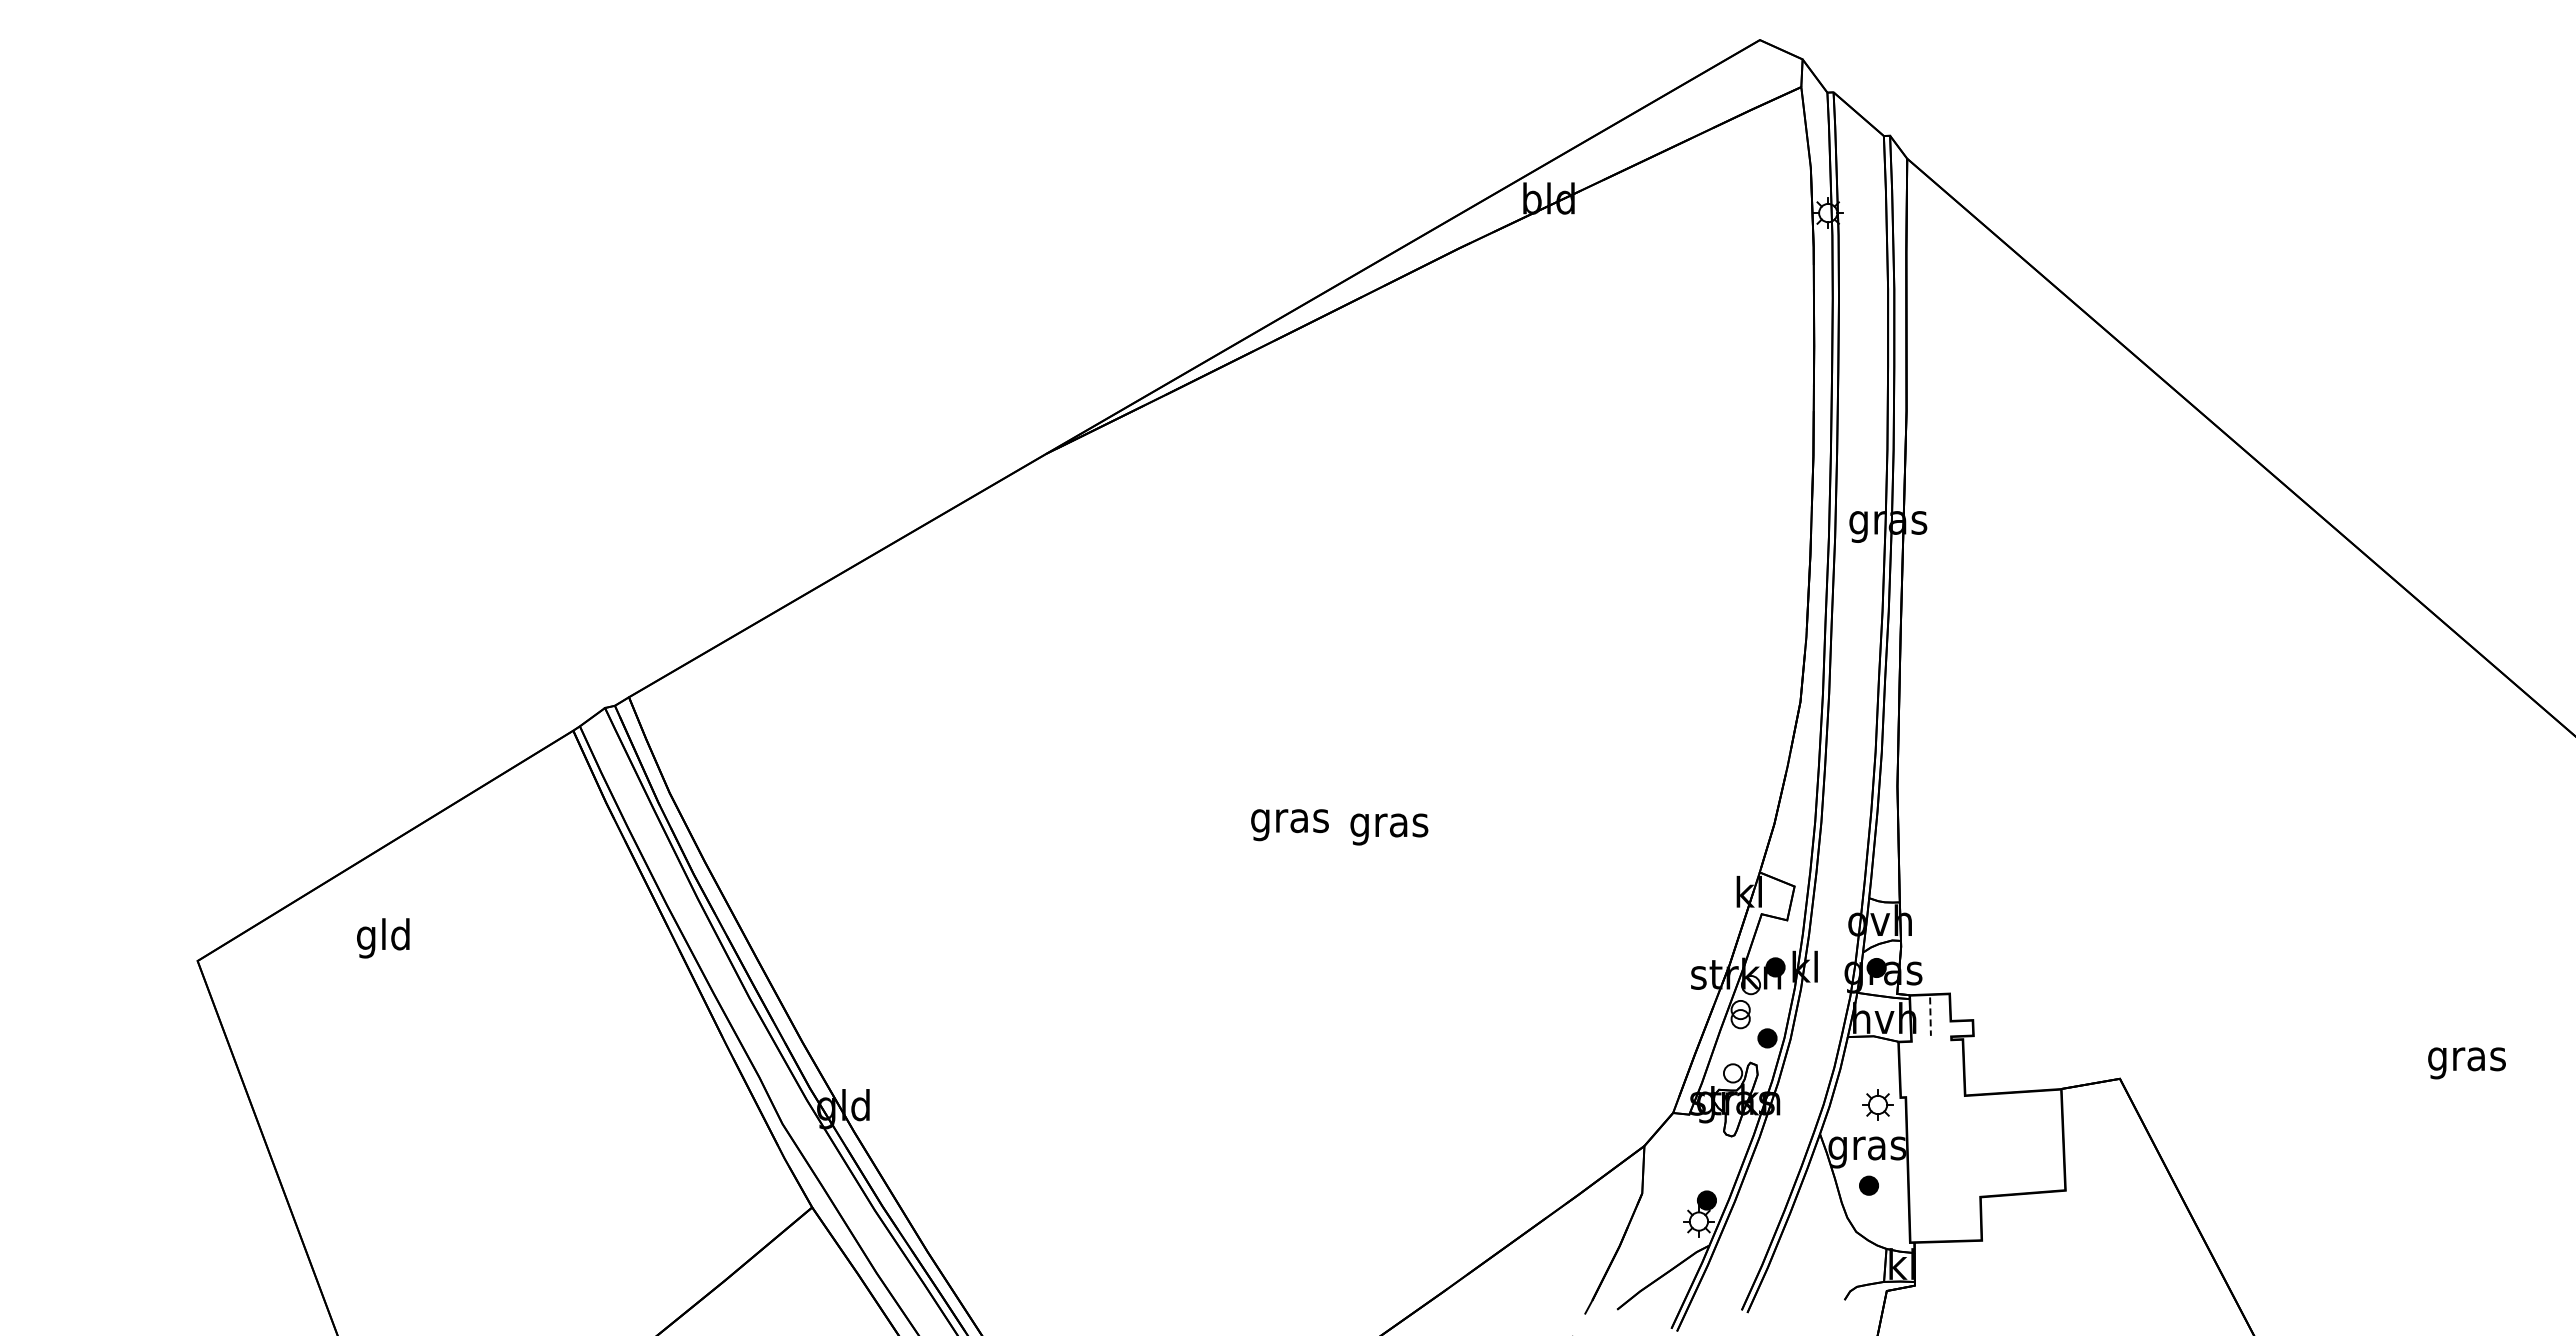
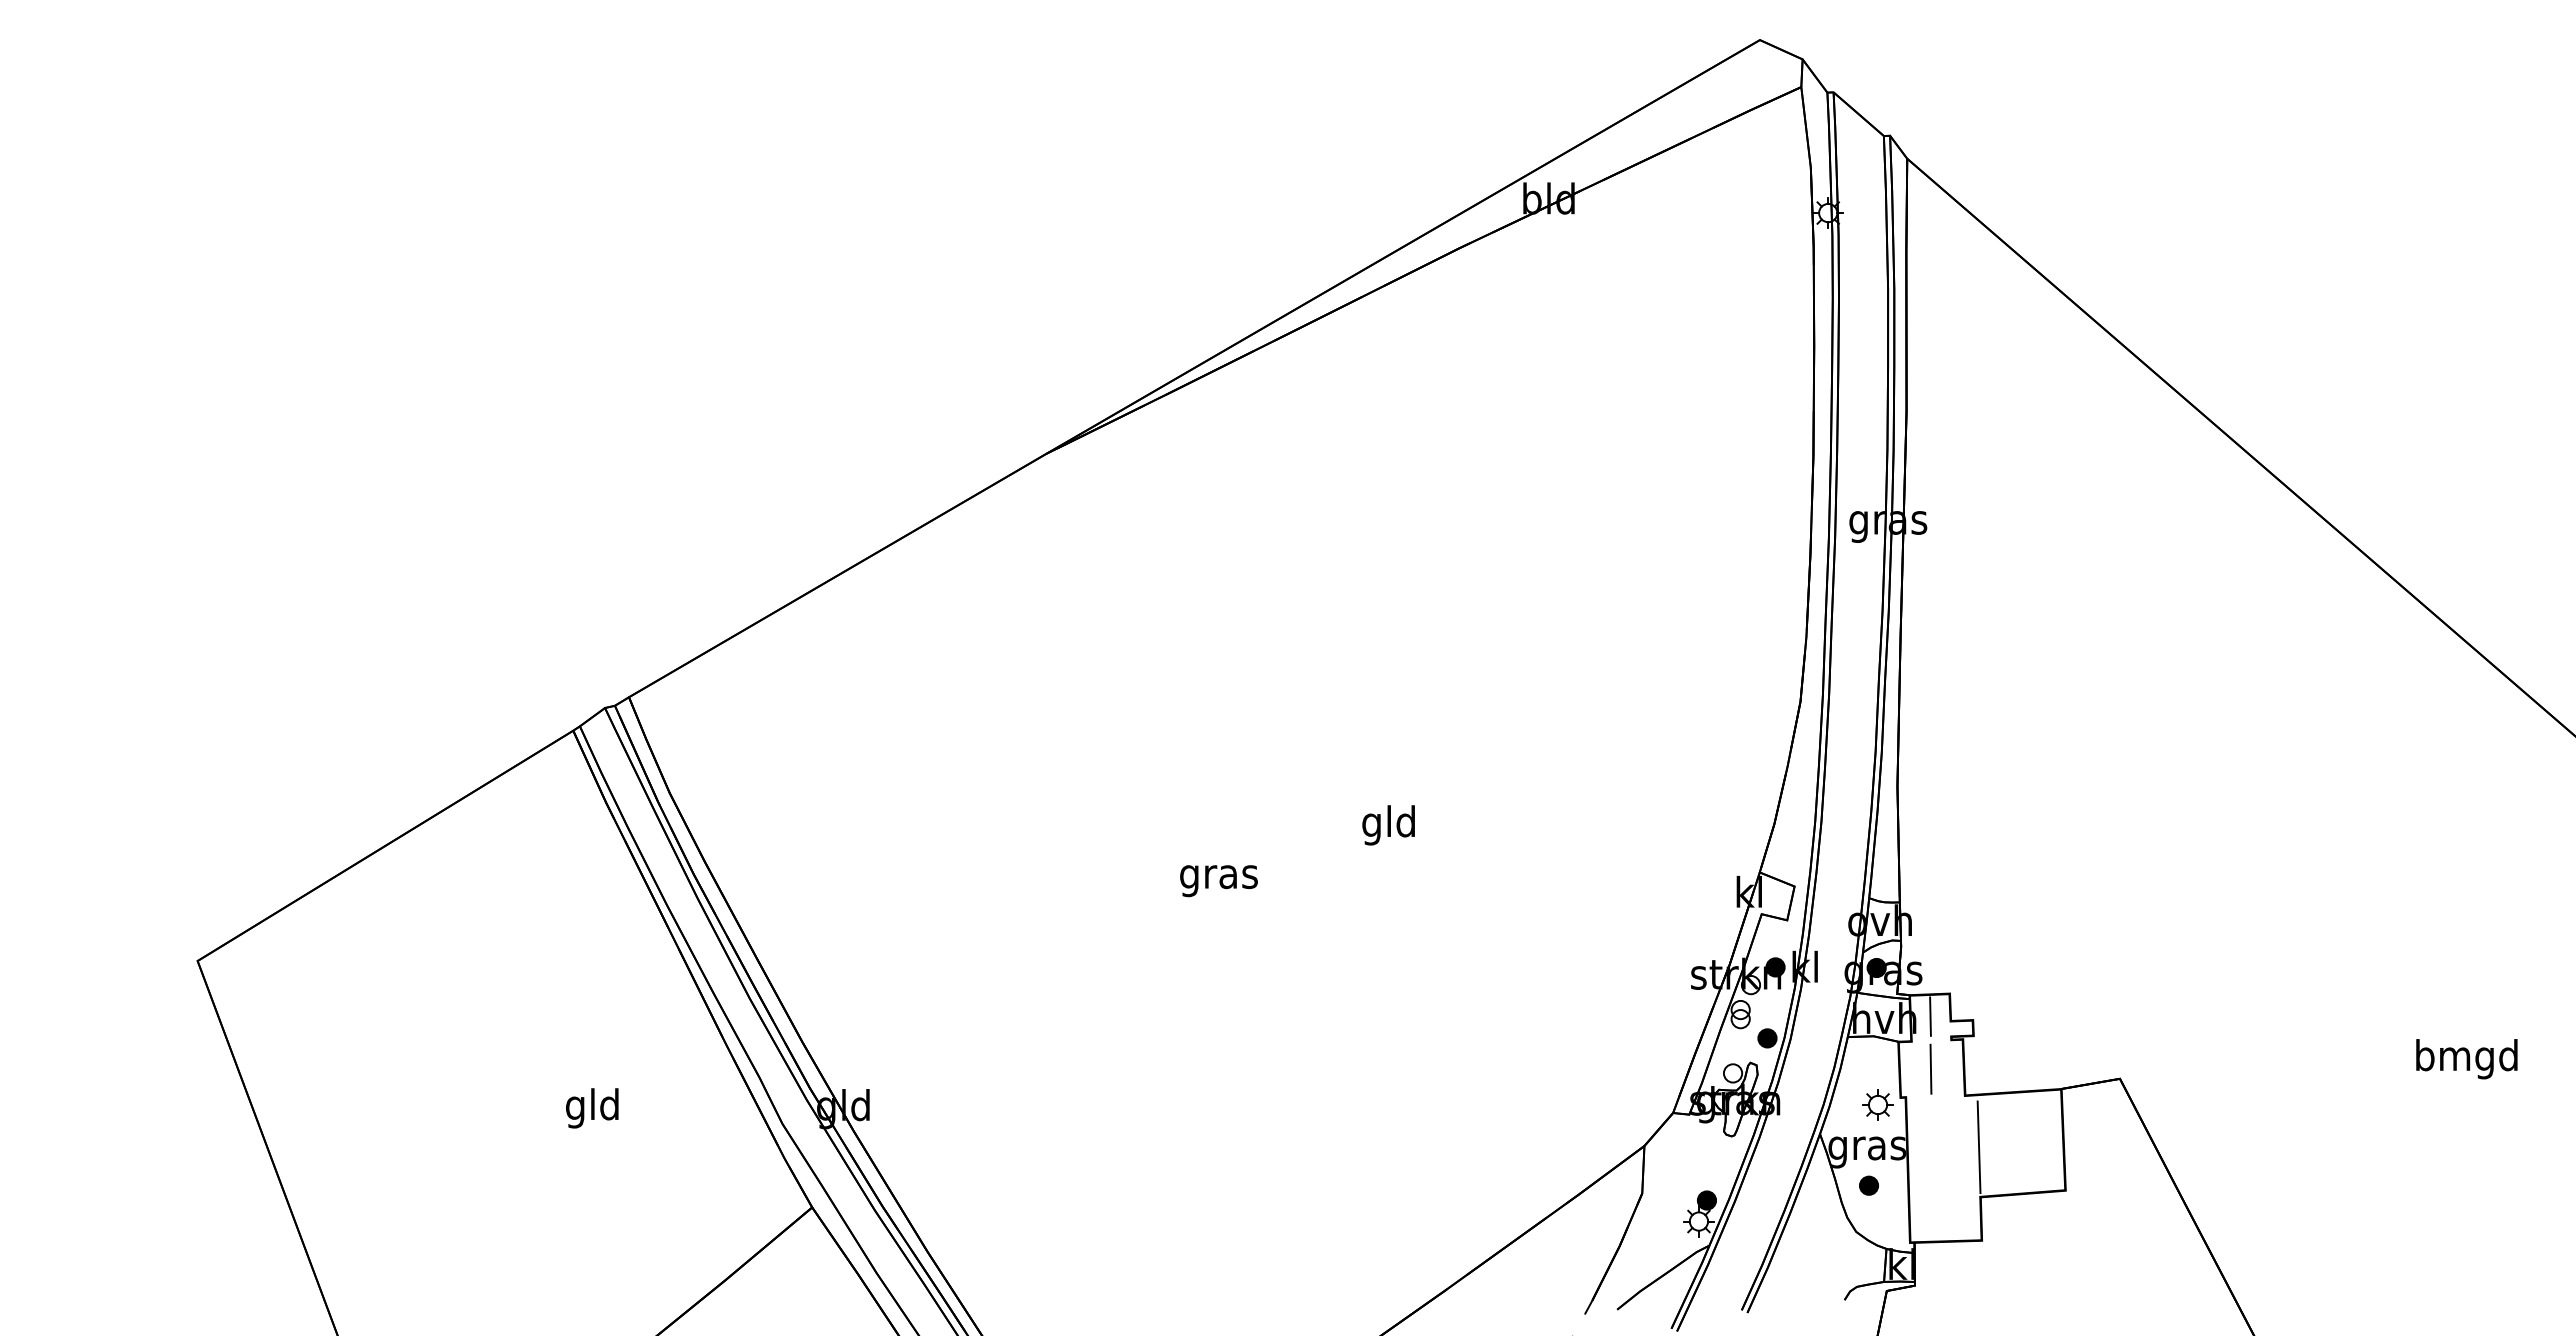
text at (1289, 825) position: (1289, 825) -> (1218, 881)
text at (1389, 825): gras -> gld
text at (383, 938) position: (383, 938) -> (592, 1108)
line at (1930, 1017): dashed -> solid
text at (2466, 1059): gras -> bmgd
line at (1930, 1068): none -> present
line at (1978, 1147): none -> present
